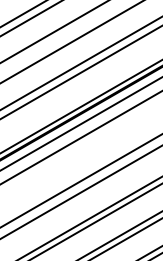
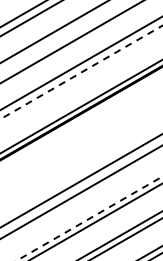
line at (81, 72): solid -> dashed
line at (80, 123): present -> none
line at (80, 137): present -> none
line at (89, 218): solid -> dashed
